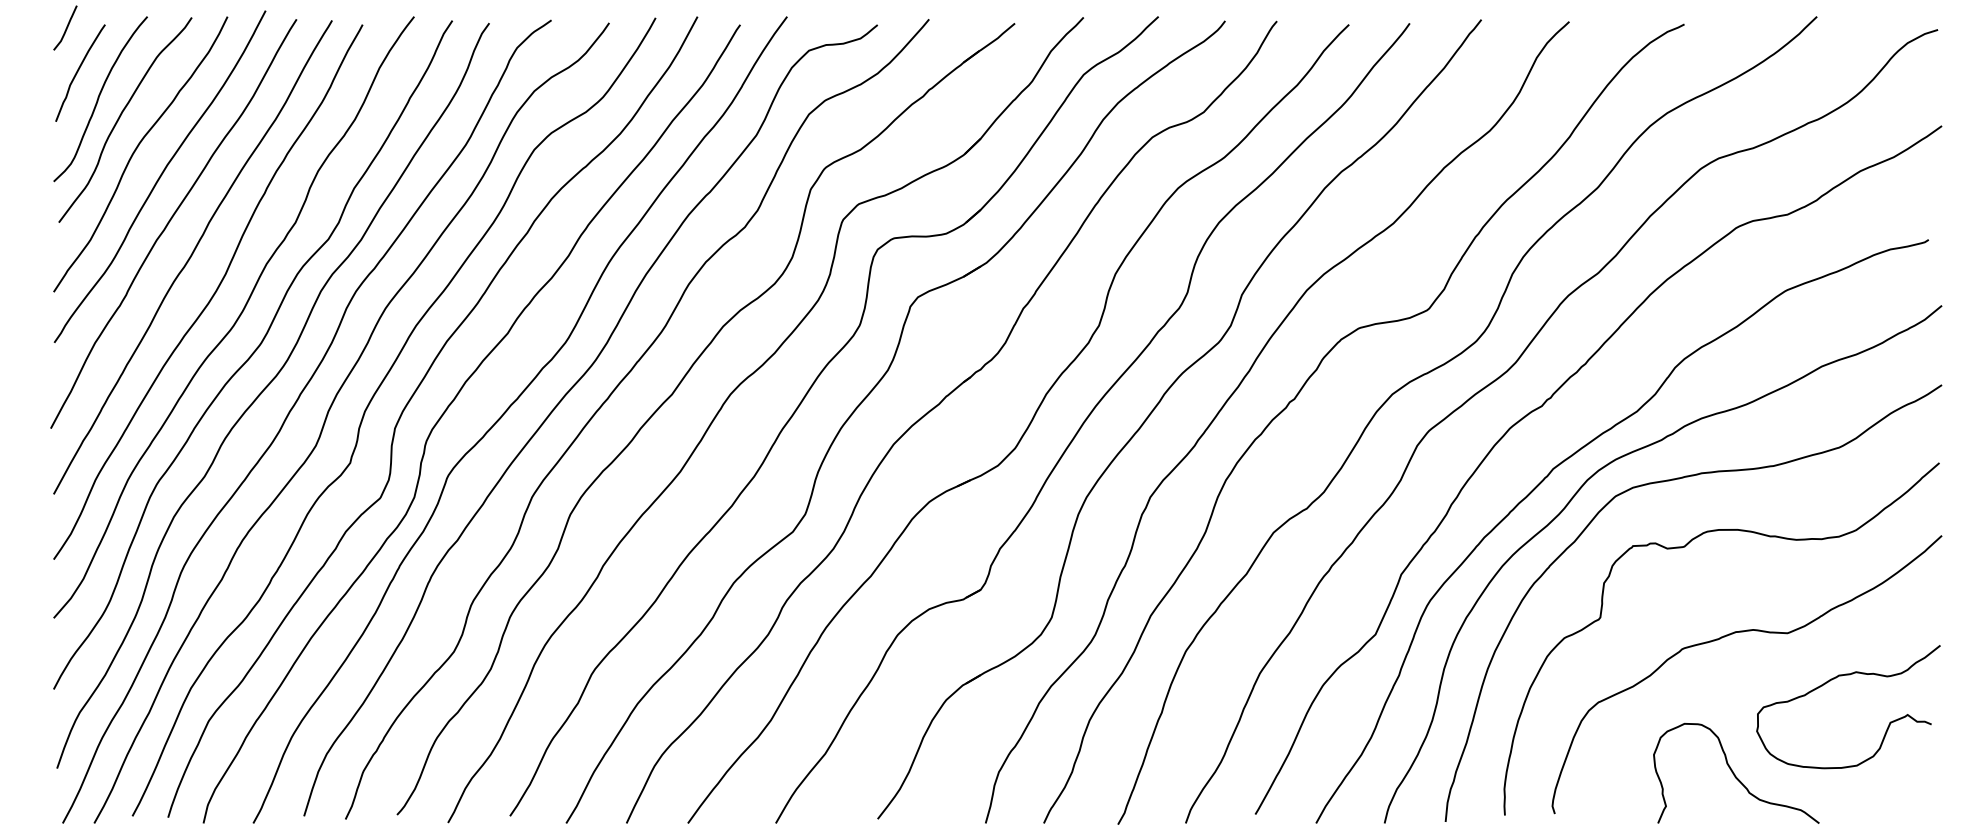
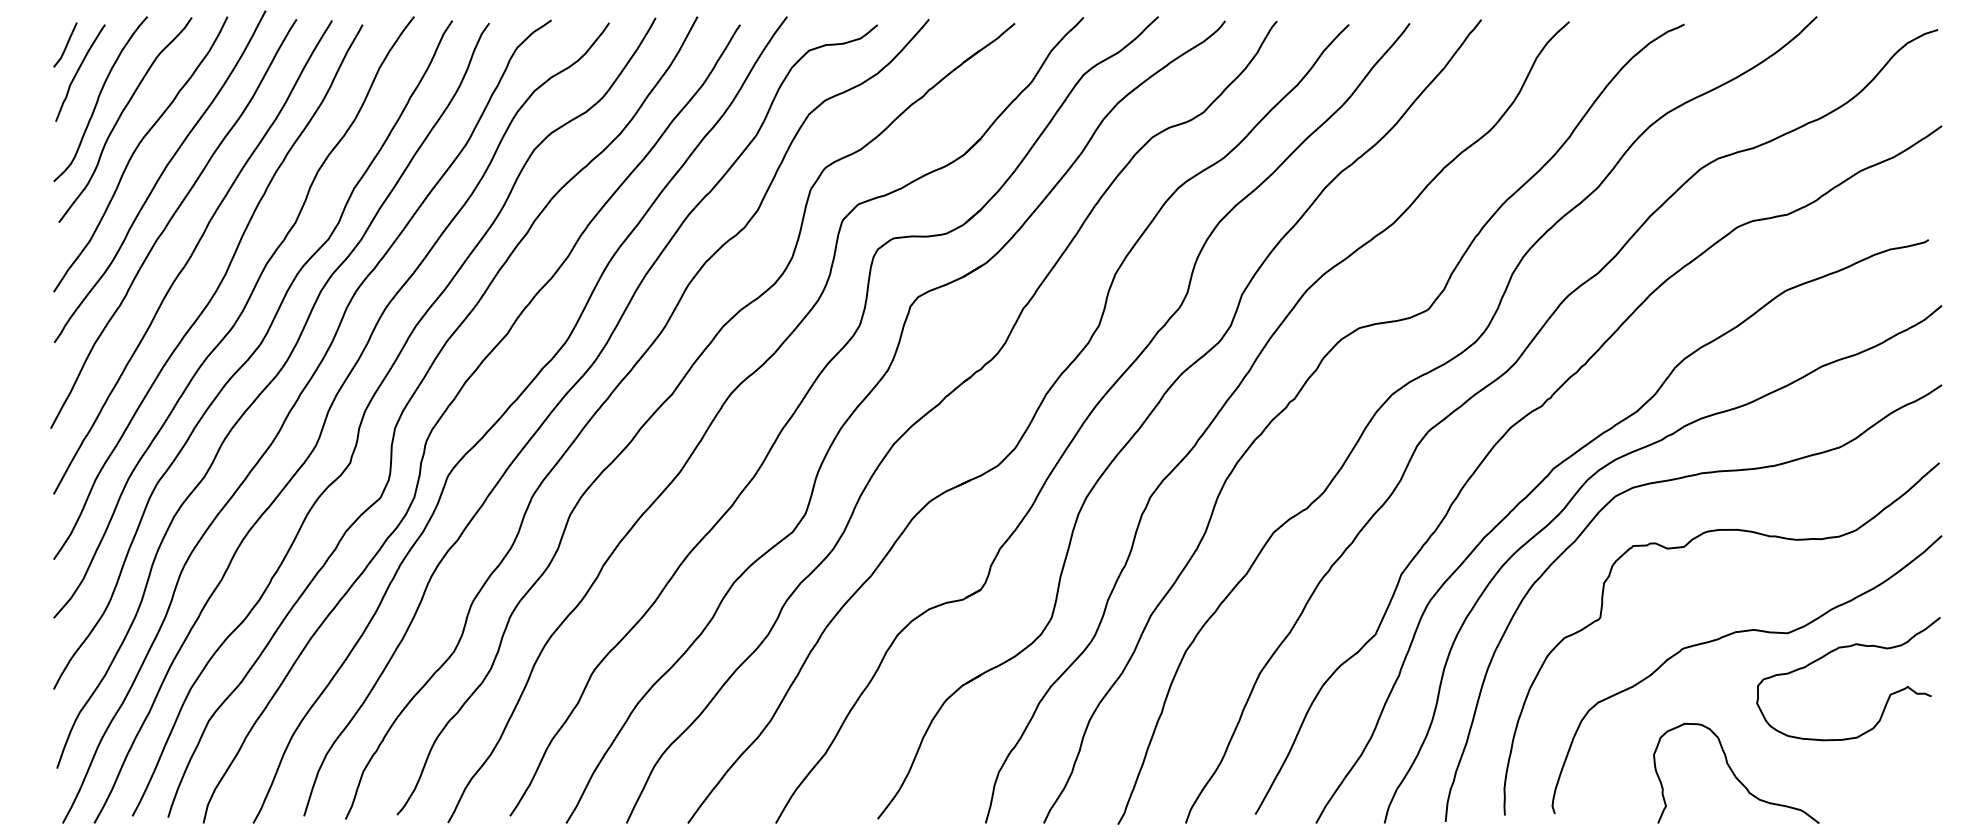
curve at (66, 27) position: (66, 27) -> (66, 44)
curve at (1834, 679) position: (1834, 679) -> (1834, 651)
